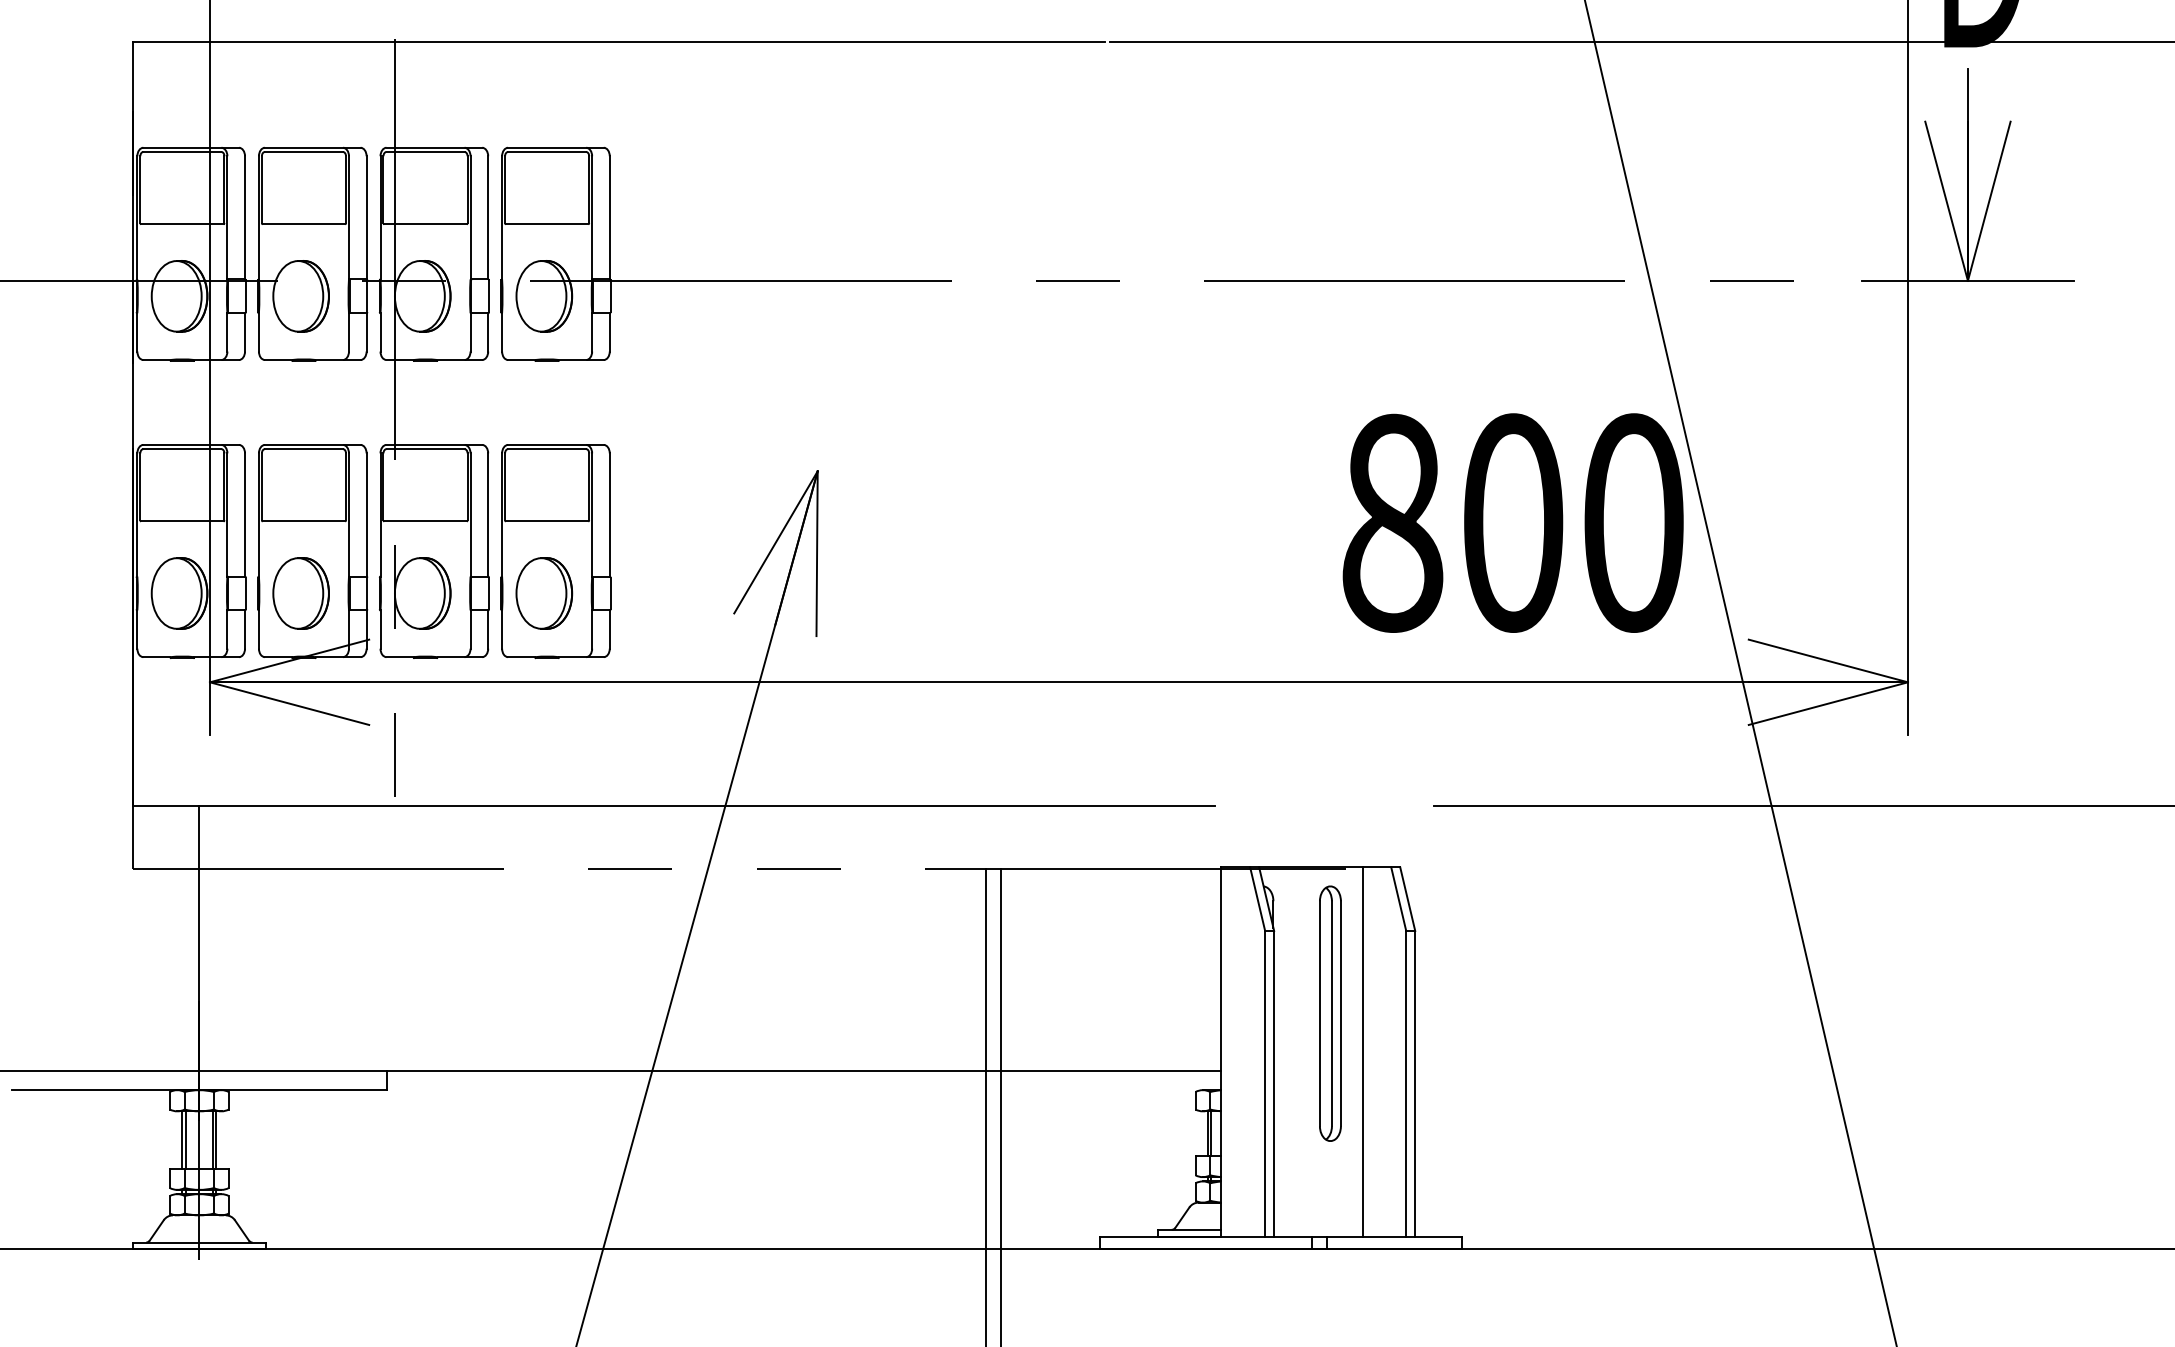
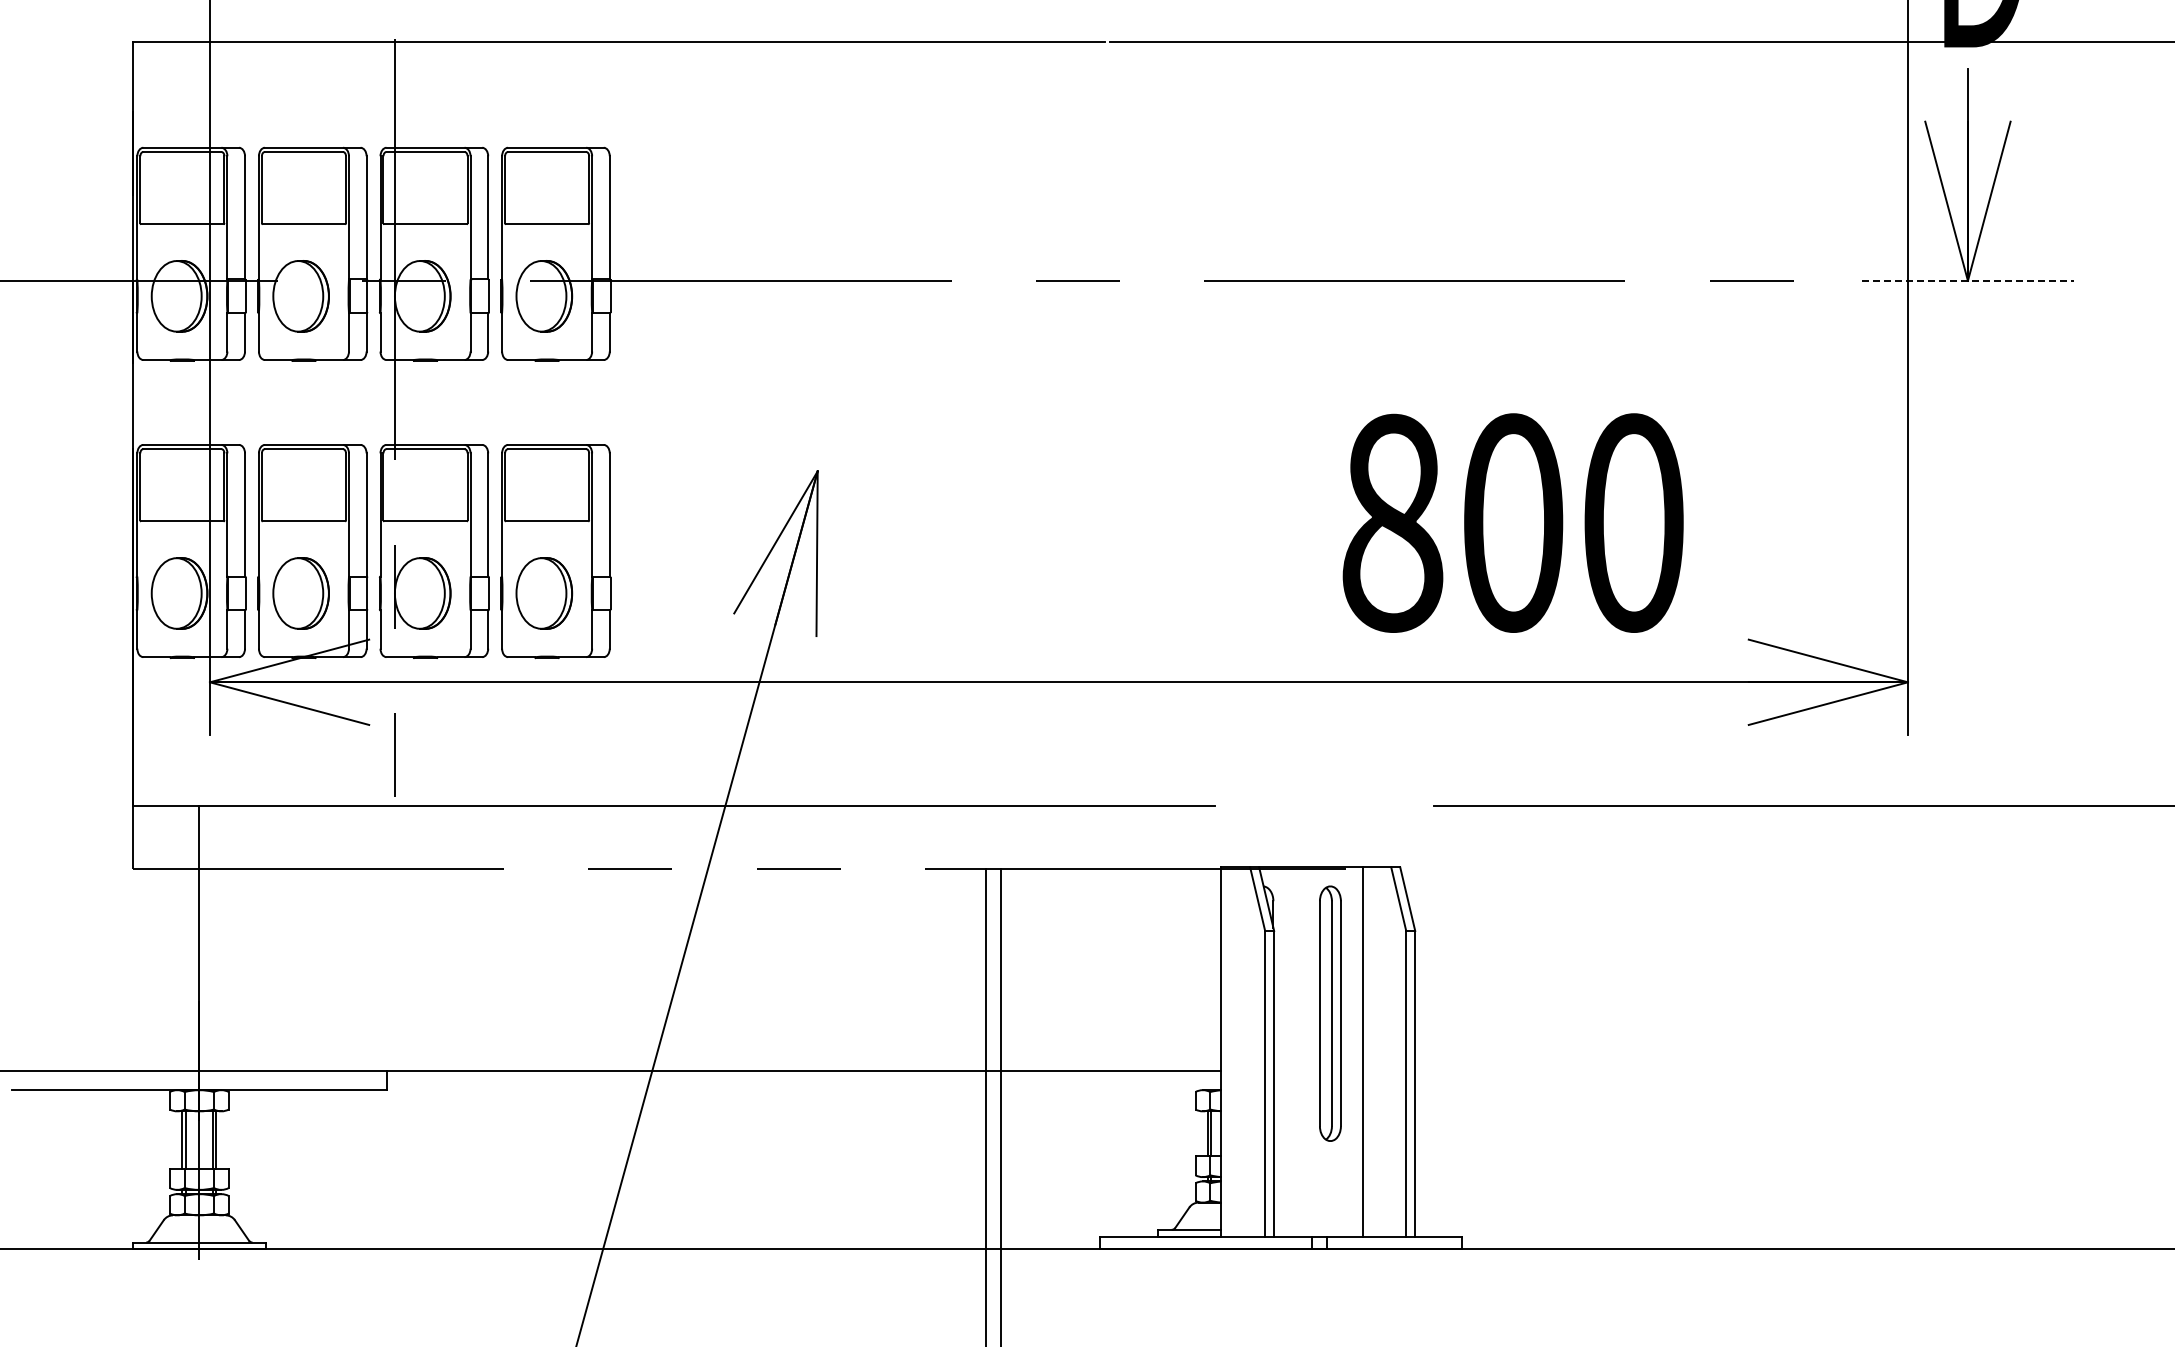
line at (1968, 280): solid -> dashed
line at (1740, 672): present -> none
